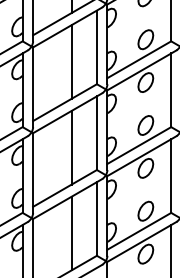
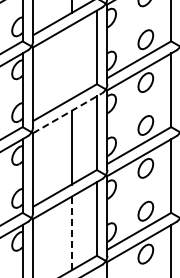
line at (71, 61): present -> none
line at (67, 113): solid -> dashed
line at (71, 233): solid -> dashed
